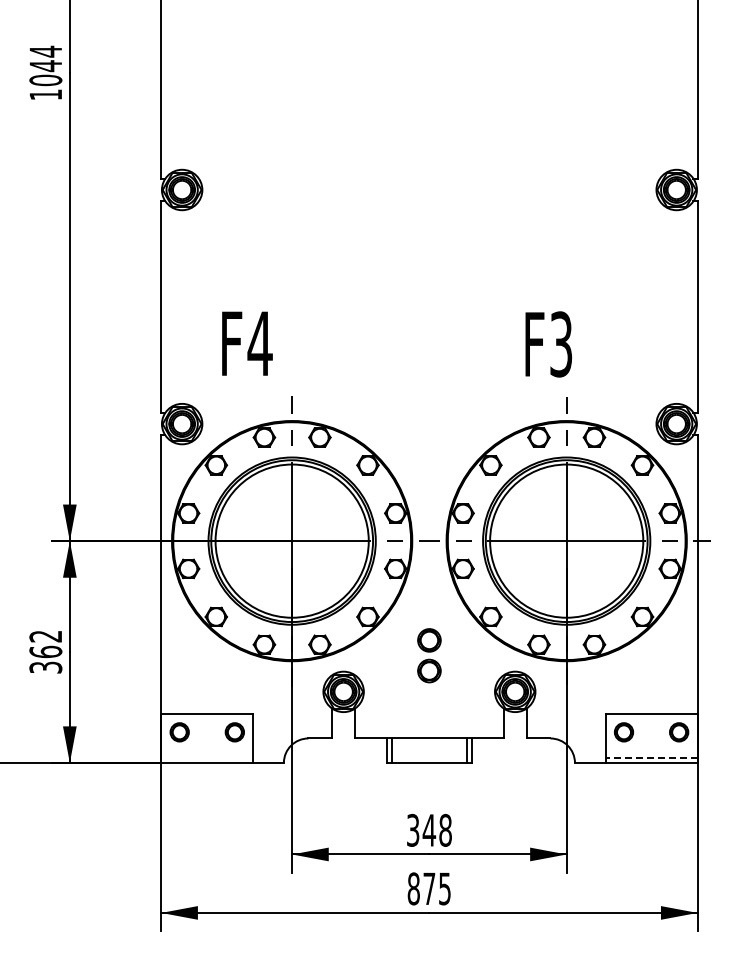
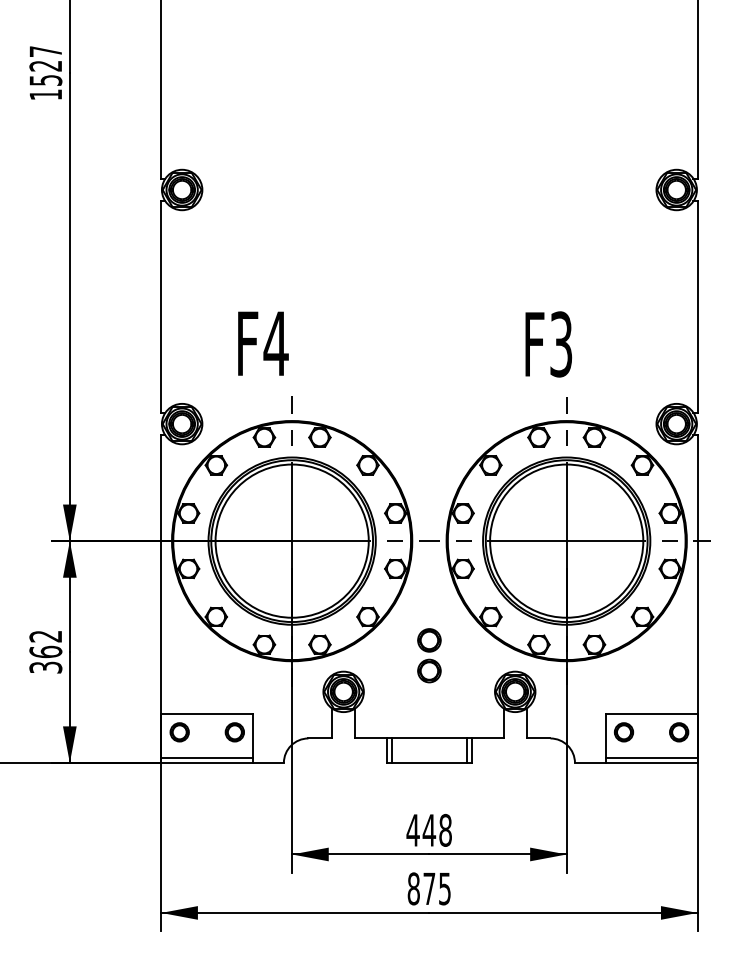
text at (45, 65): 1044 -> 1527
text at (247, 343) position: (247, 343) -> (263, 343)
line at (207, 758): none -> present
line at (651, 758): dashed -> solid
text at (412, 829): 348 -> 448
